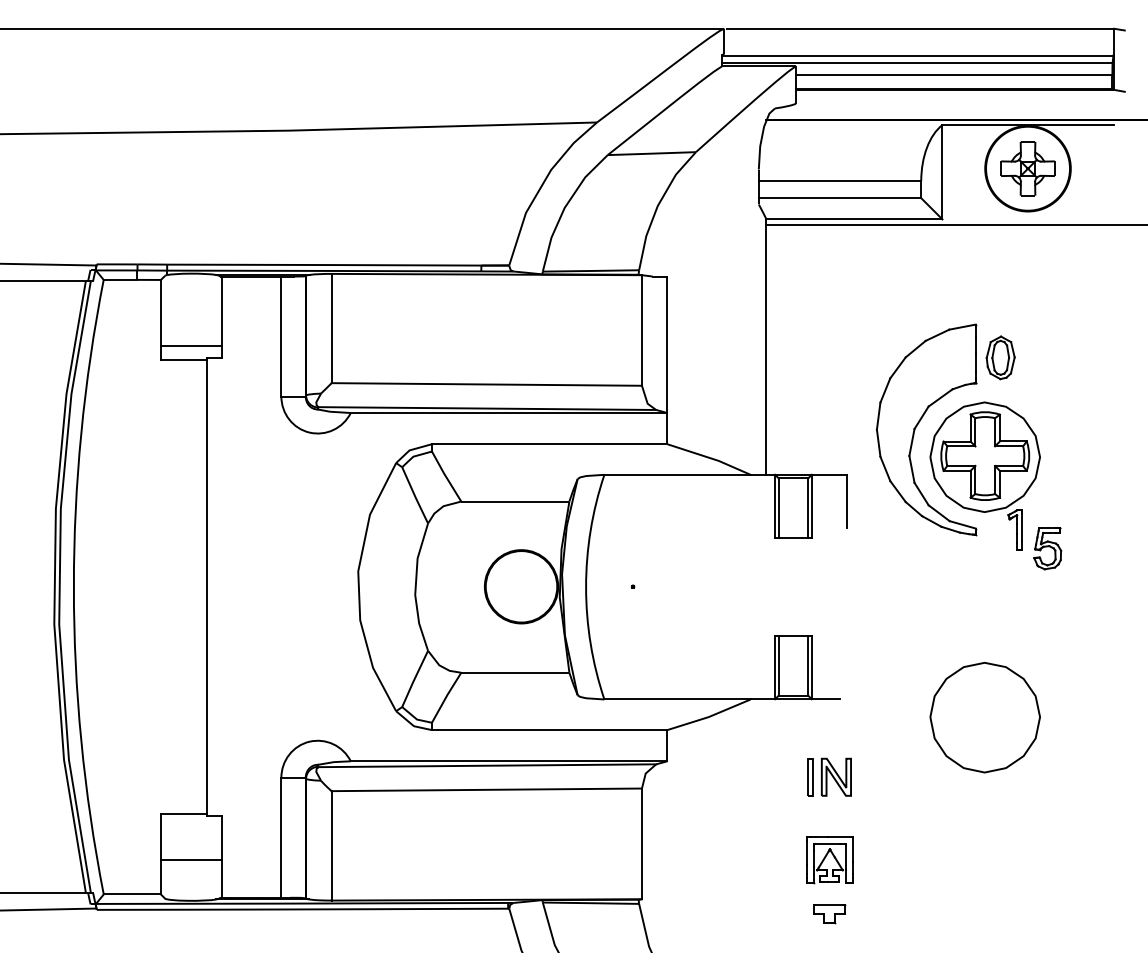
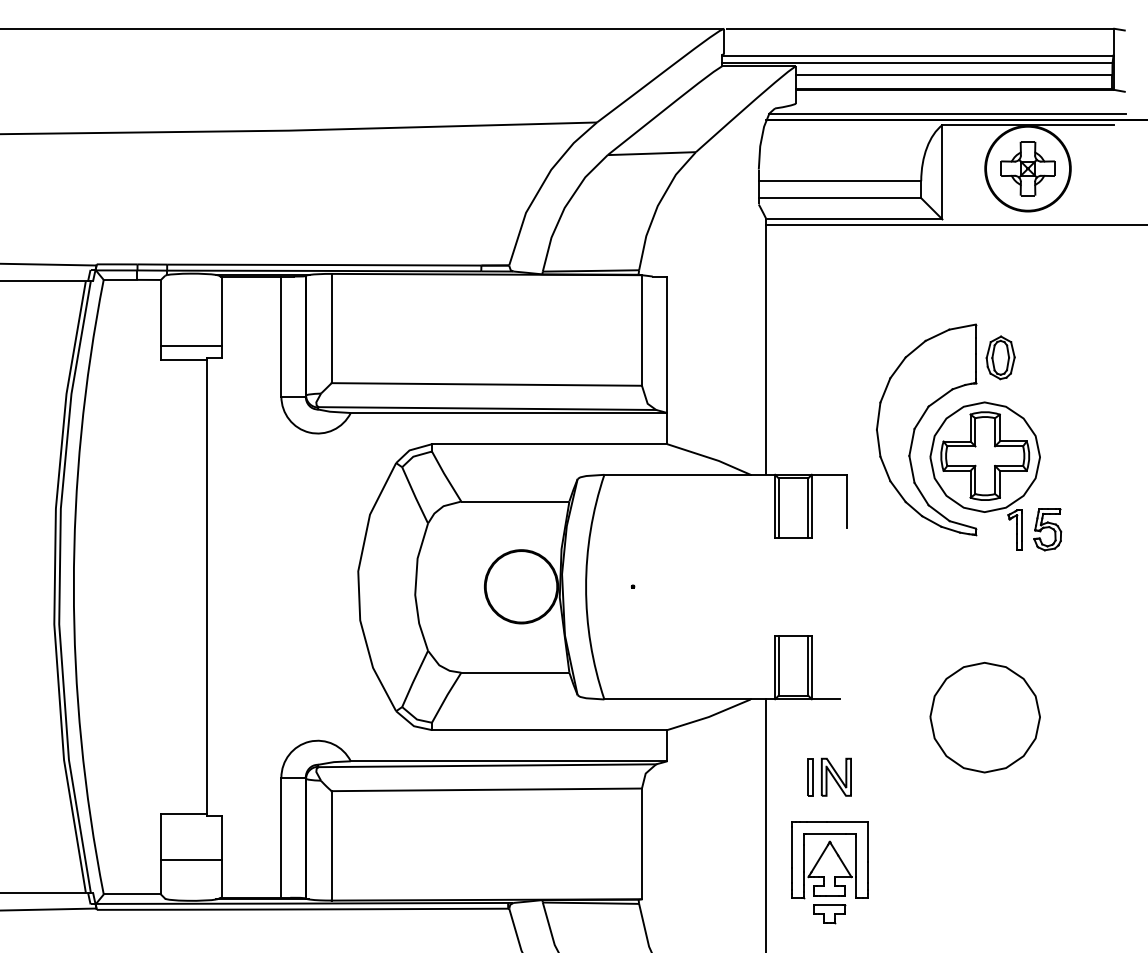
line at (947, 113): none -> present
part at (1047, 548) position: (1047, 548) -> (1047, 529)
line at (766, 824): none -> present
part at (829, 860) size: 48x49 px -> 78x79 px
